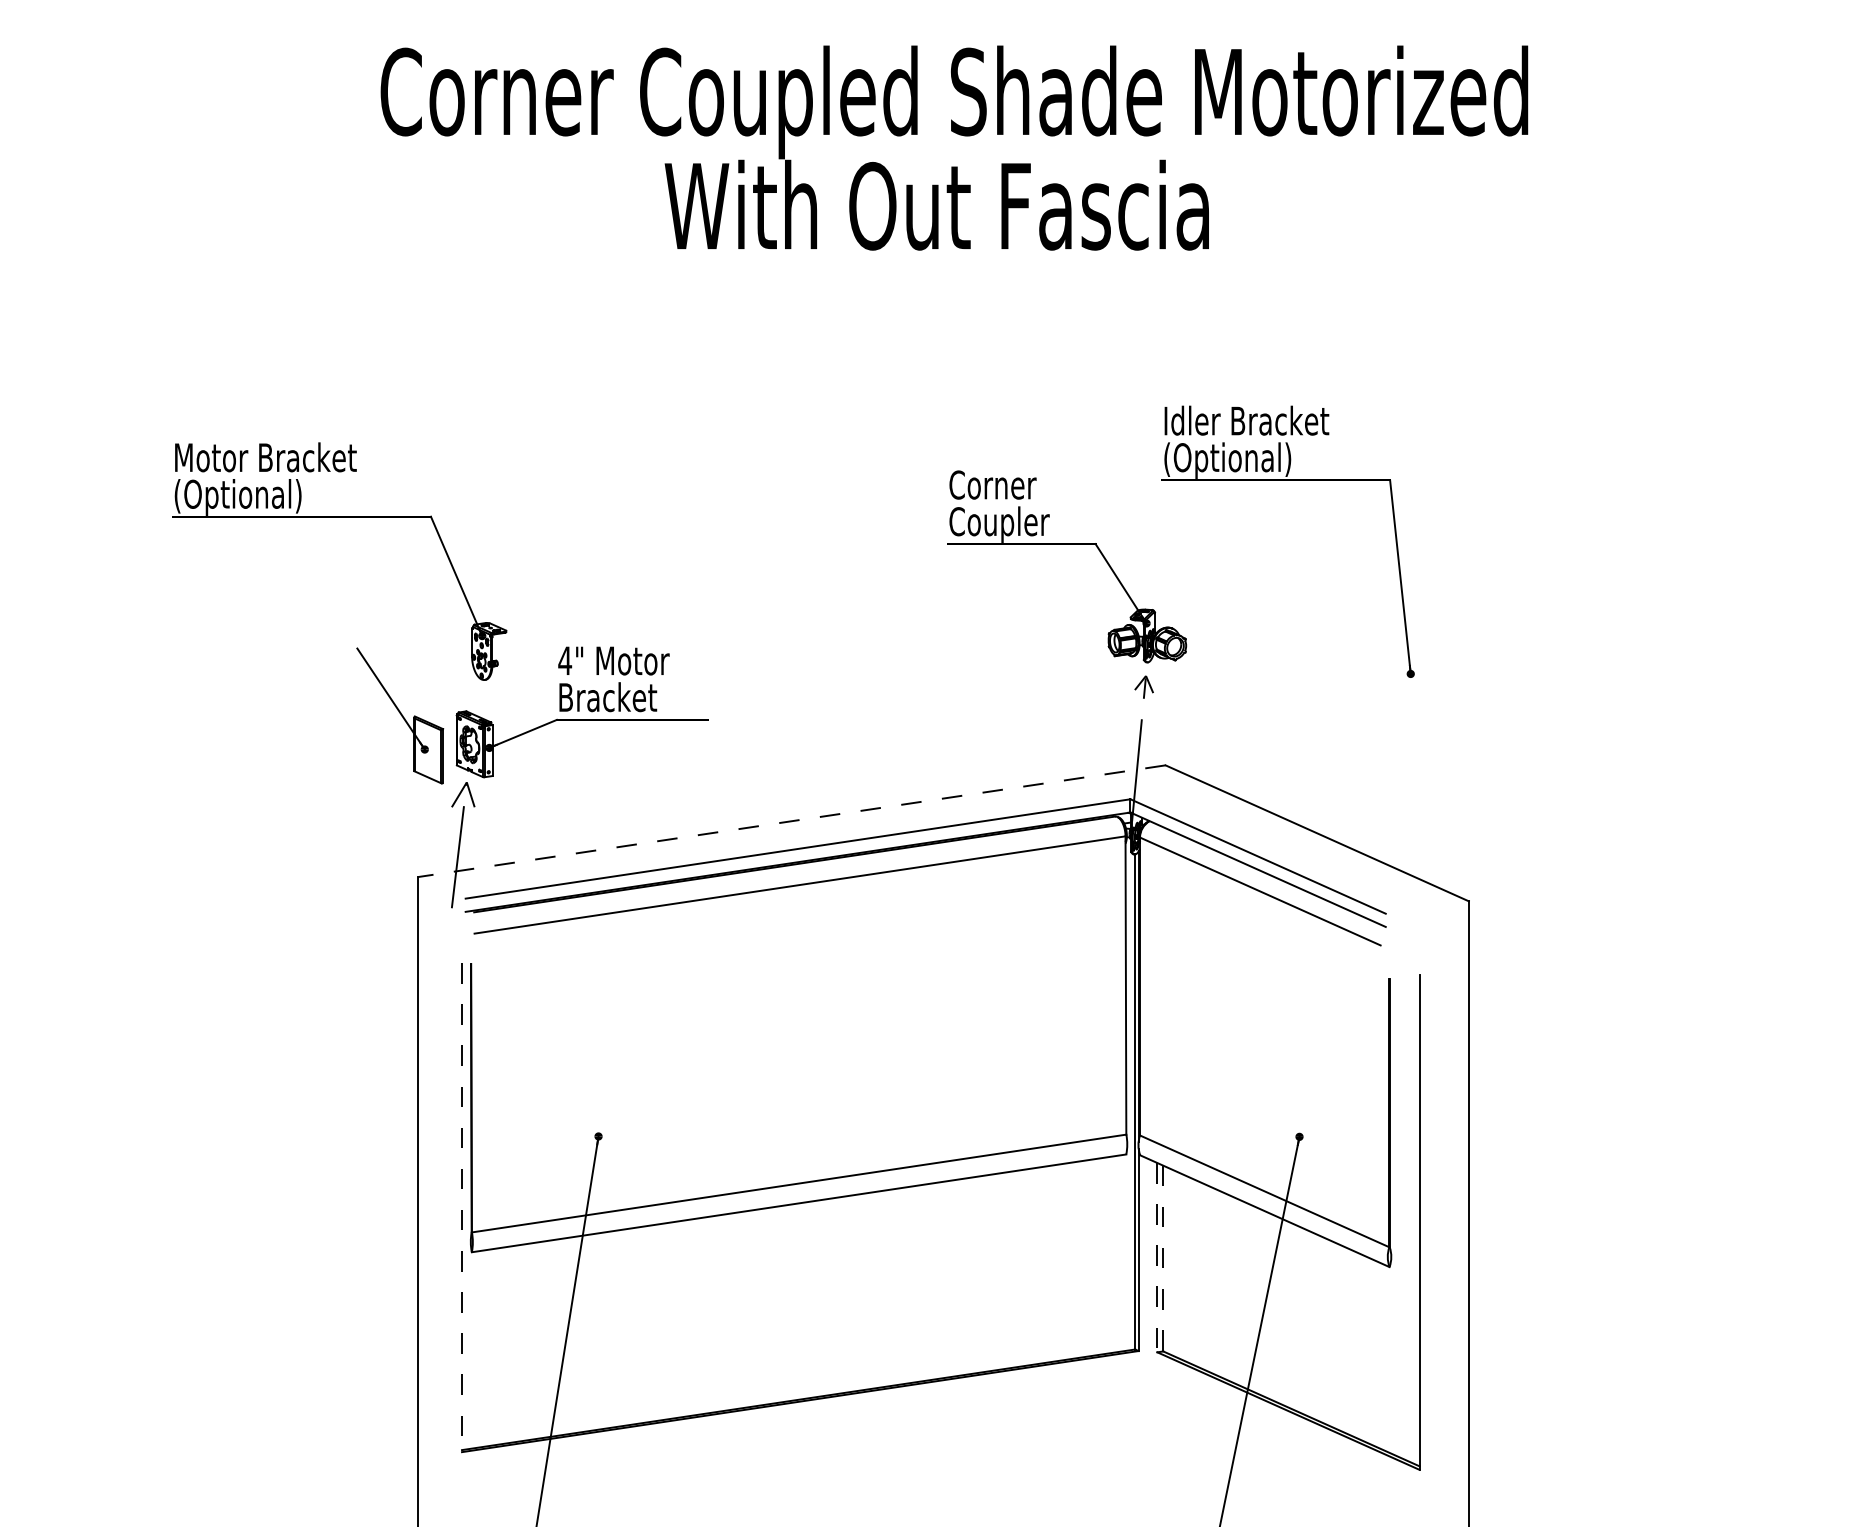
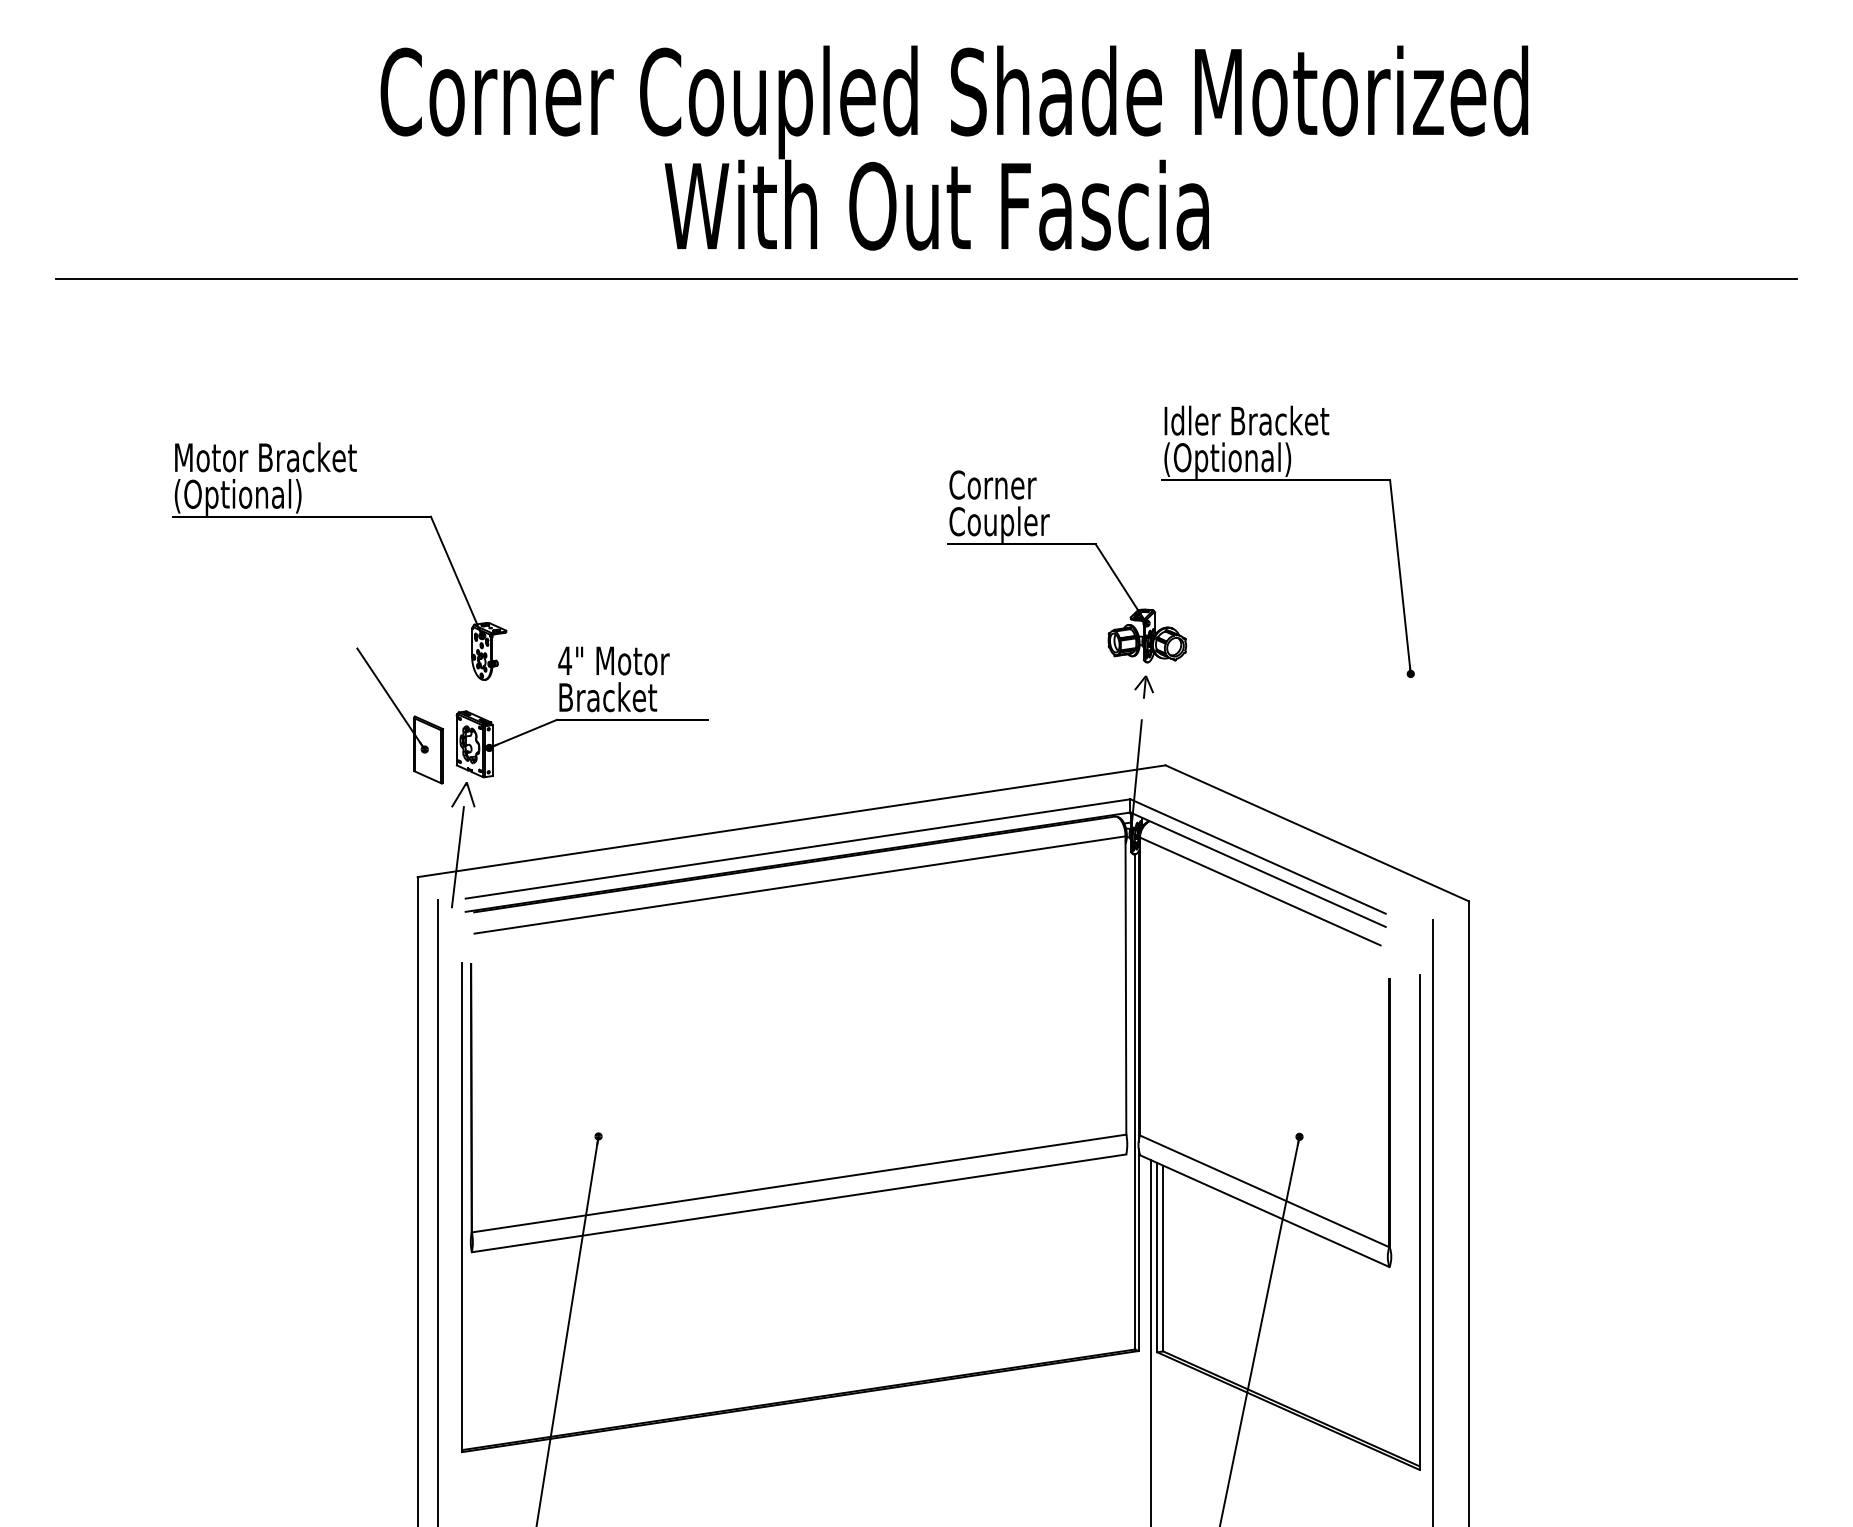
line at (926, 278): none -> present
line at (791, 821): dashed -> solid
line at (461, 1208): dashed -> solid
line at (438, 1211): none -> present
line at (1433, 1221): none -> present
line at (1157, 1257): dashed -> solid
line at (1163, 1258): dashed -> solid
line at (1150, 1341): none -> present
